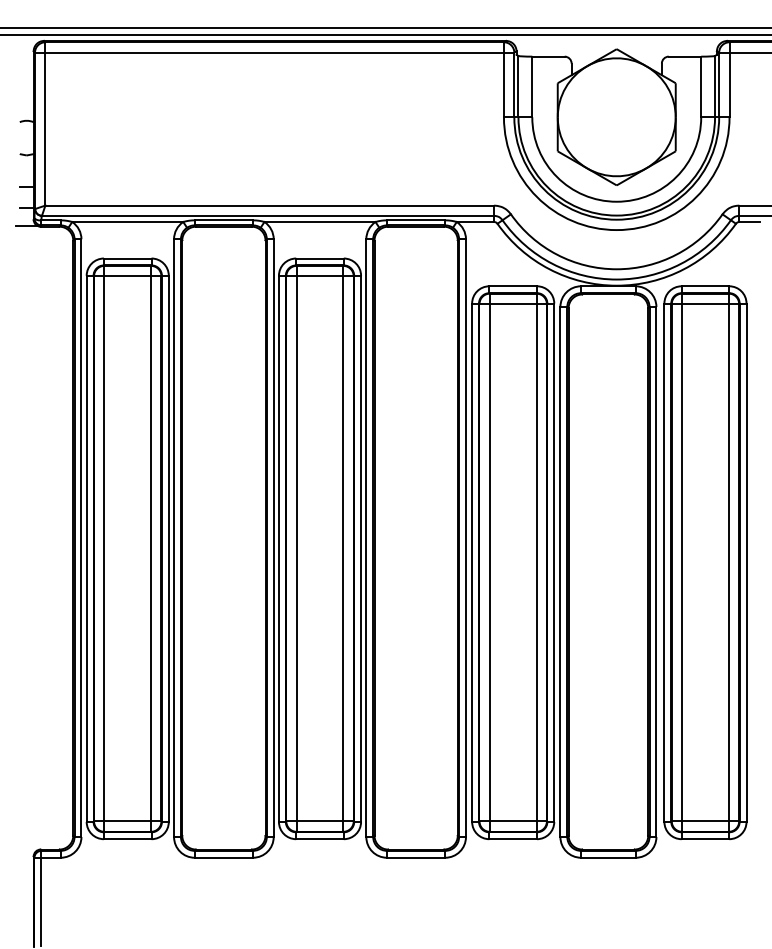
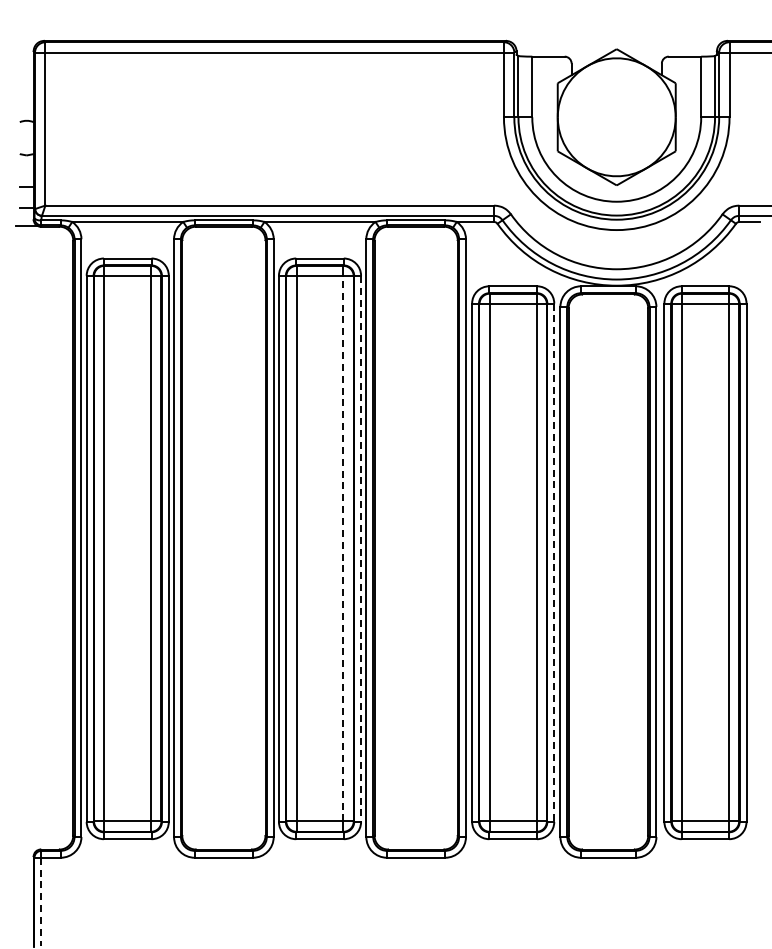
line at (385, 28): present -> none
line at (385, 35): present -> none
line at (343, 548): solid -> dashed
line at (361, 549): solid -> dashed
line at (554, 563): solid -> dashed
line at (41, 901): solid -> dashed
